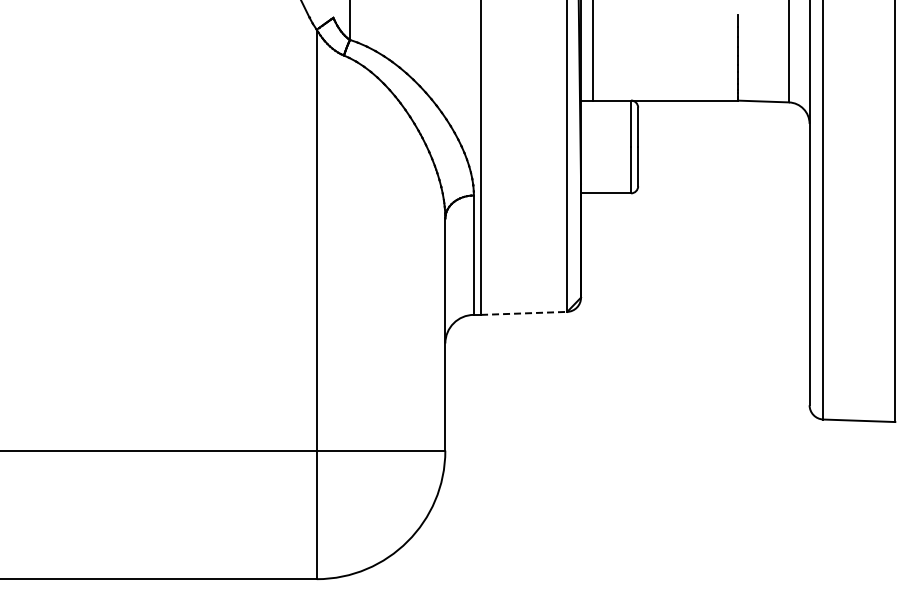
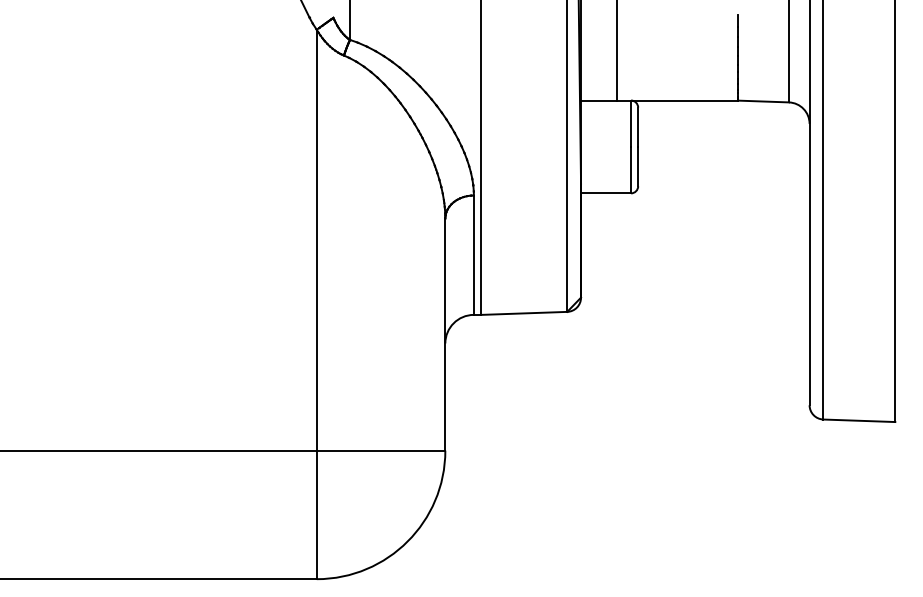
line at (592, 51) position: (592, 51) -> (616, 51)
line at (524, 313): dashed -> solid
